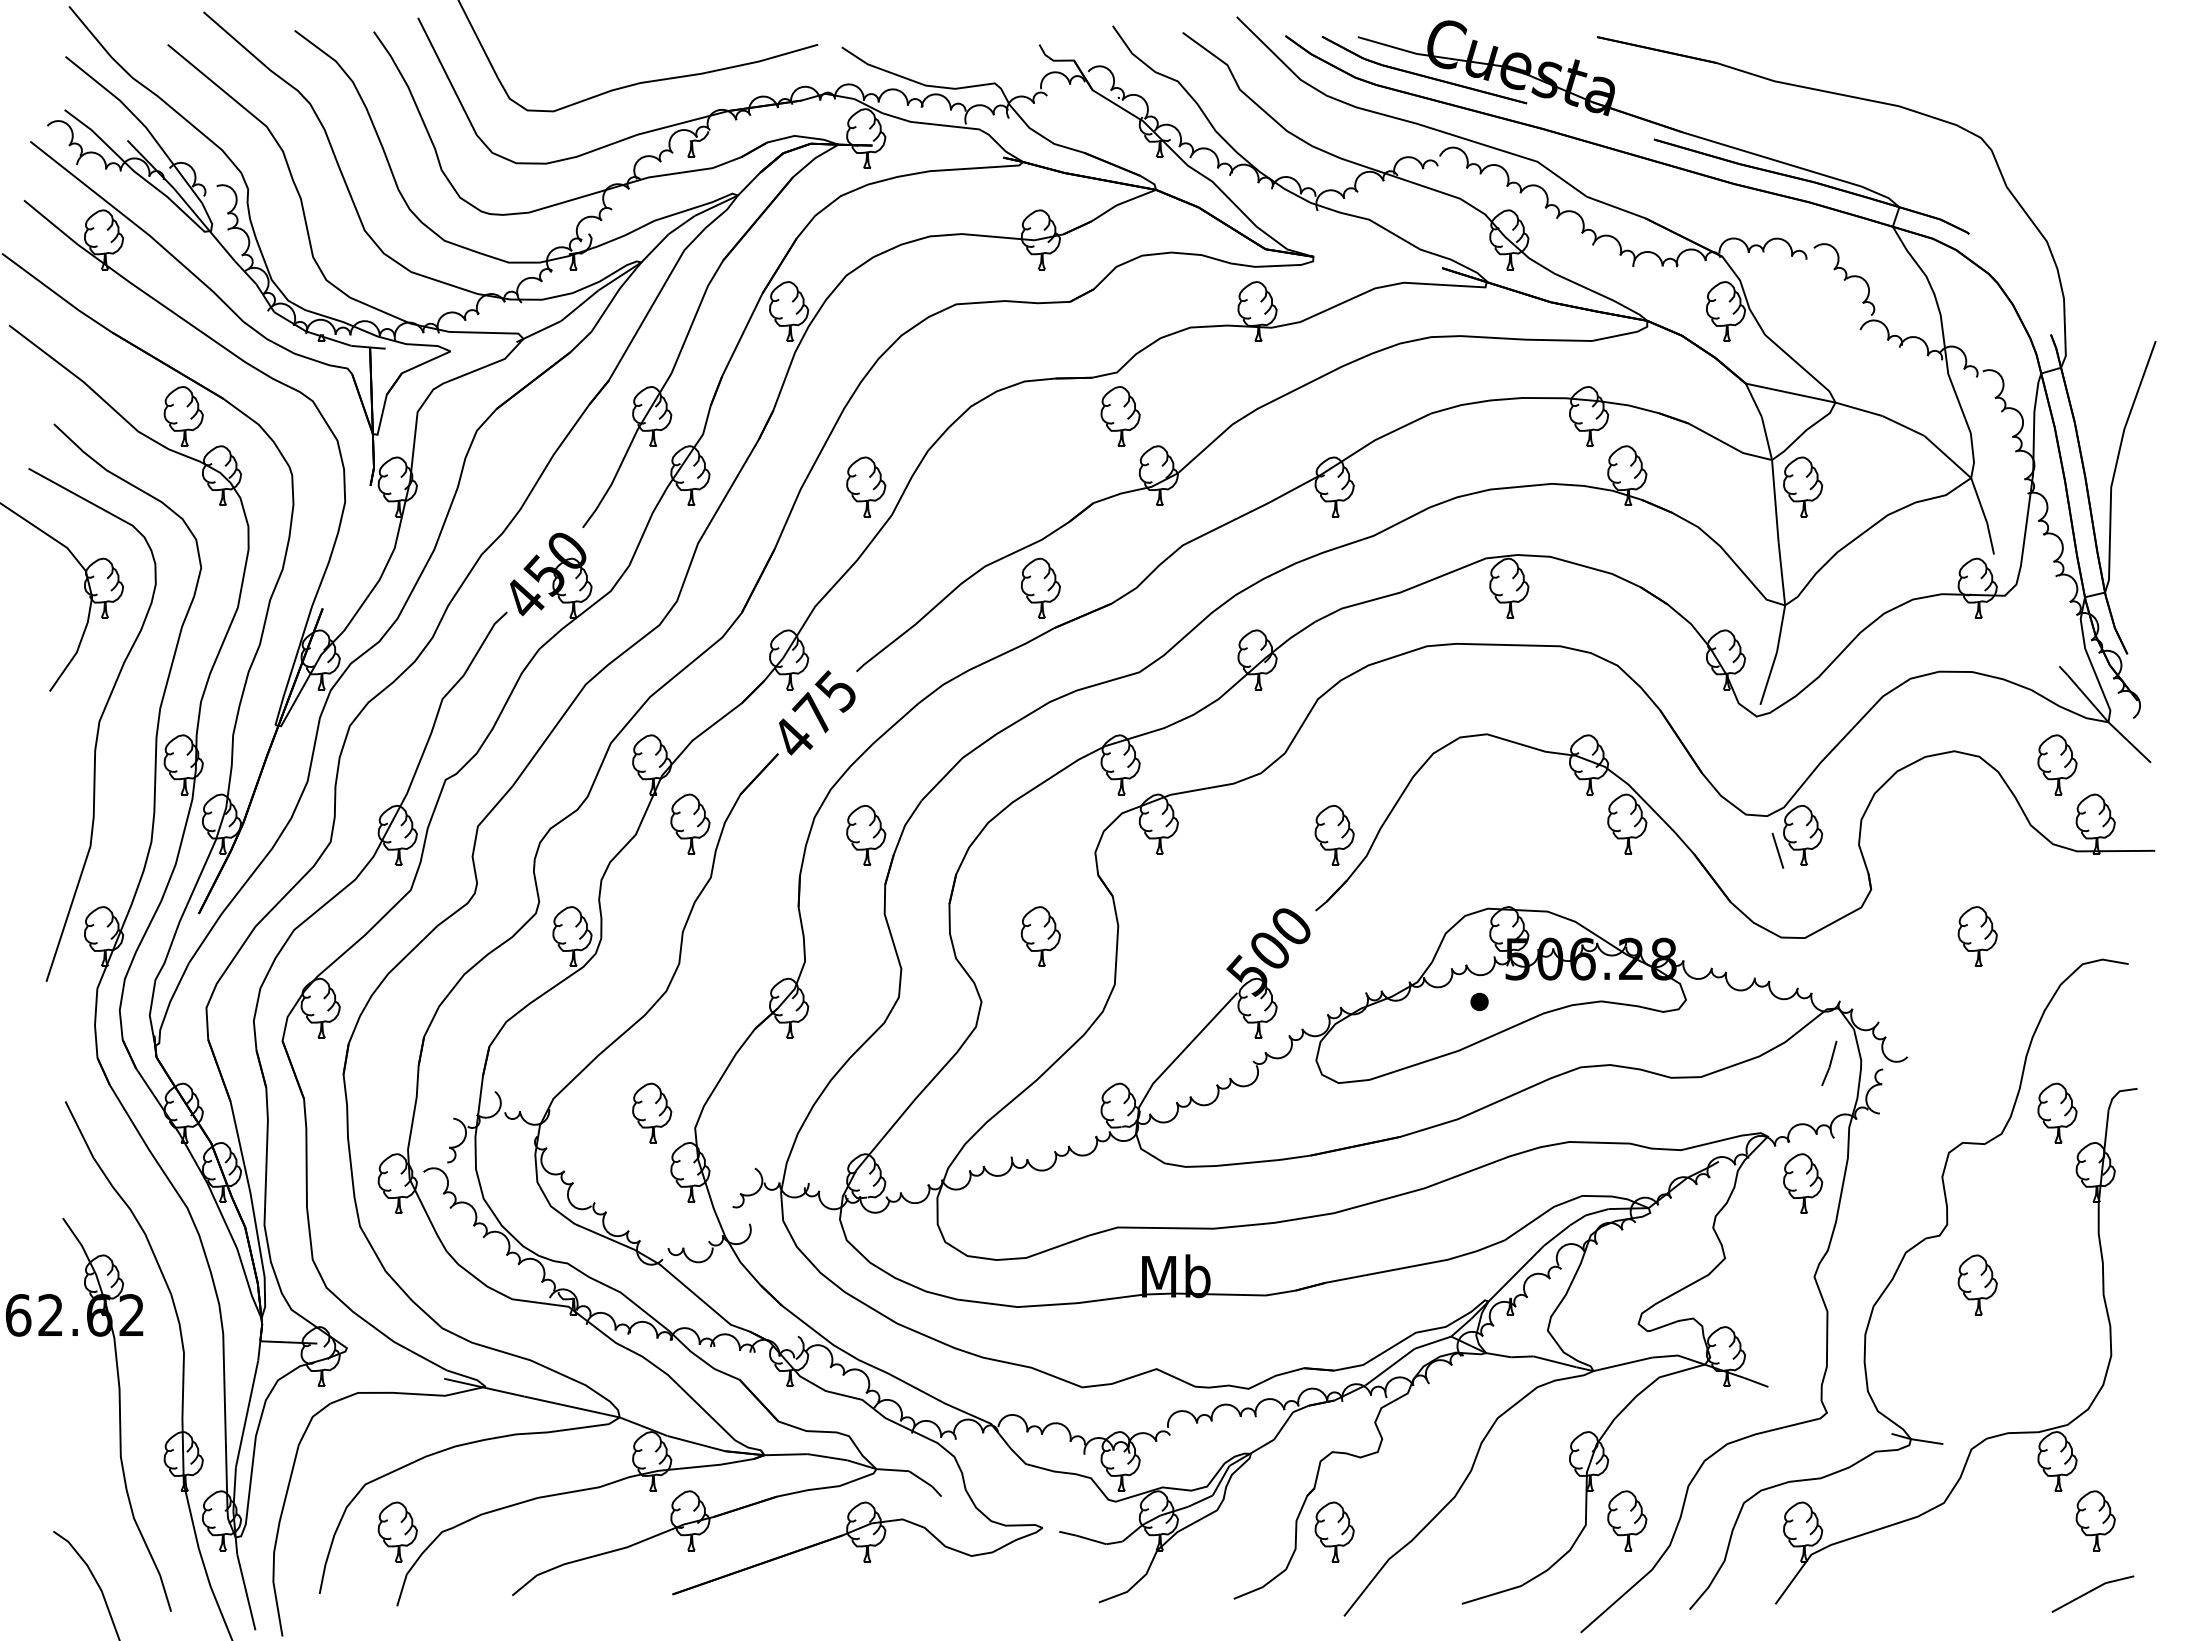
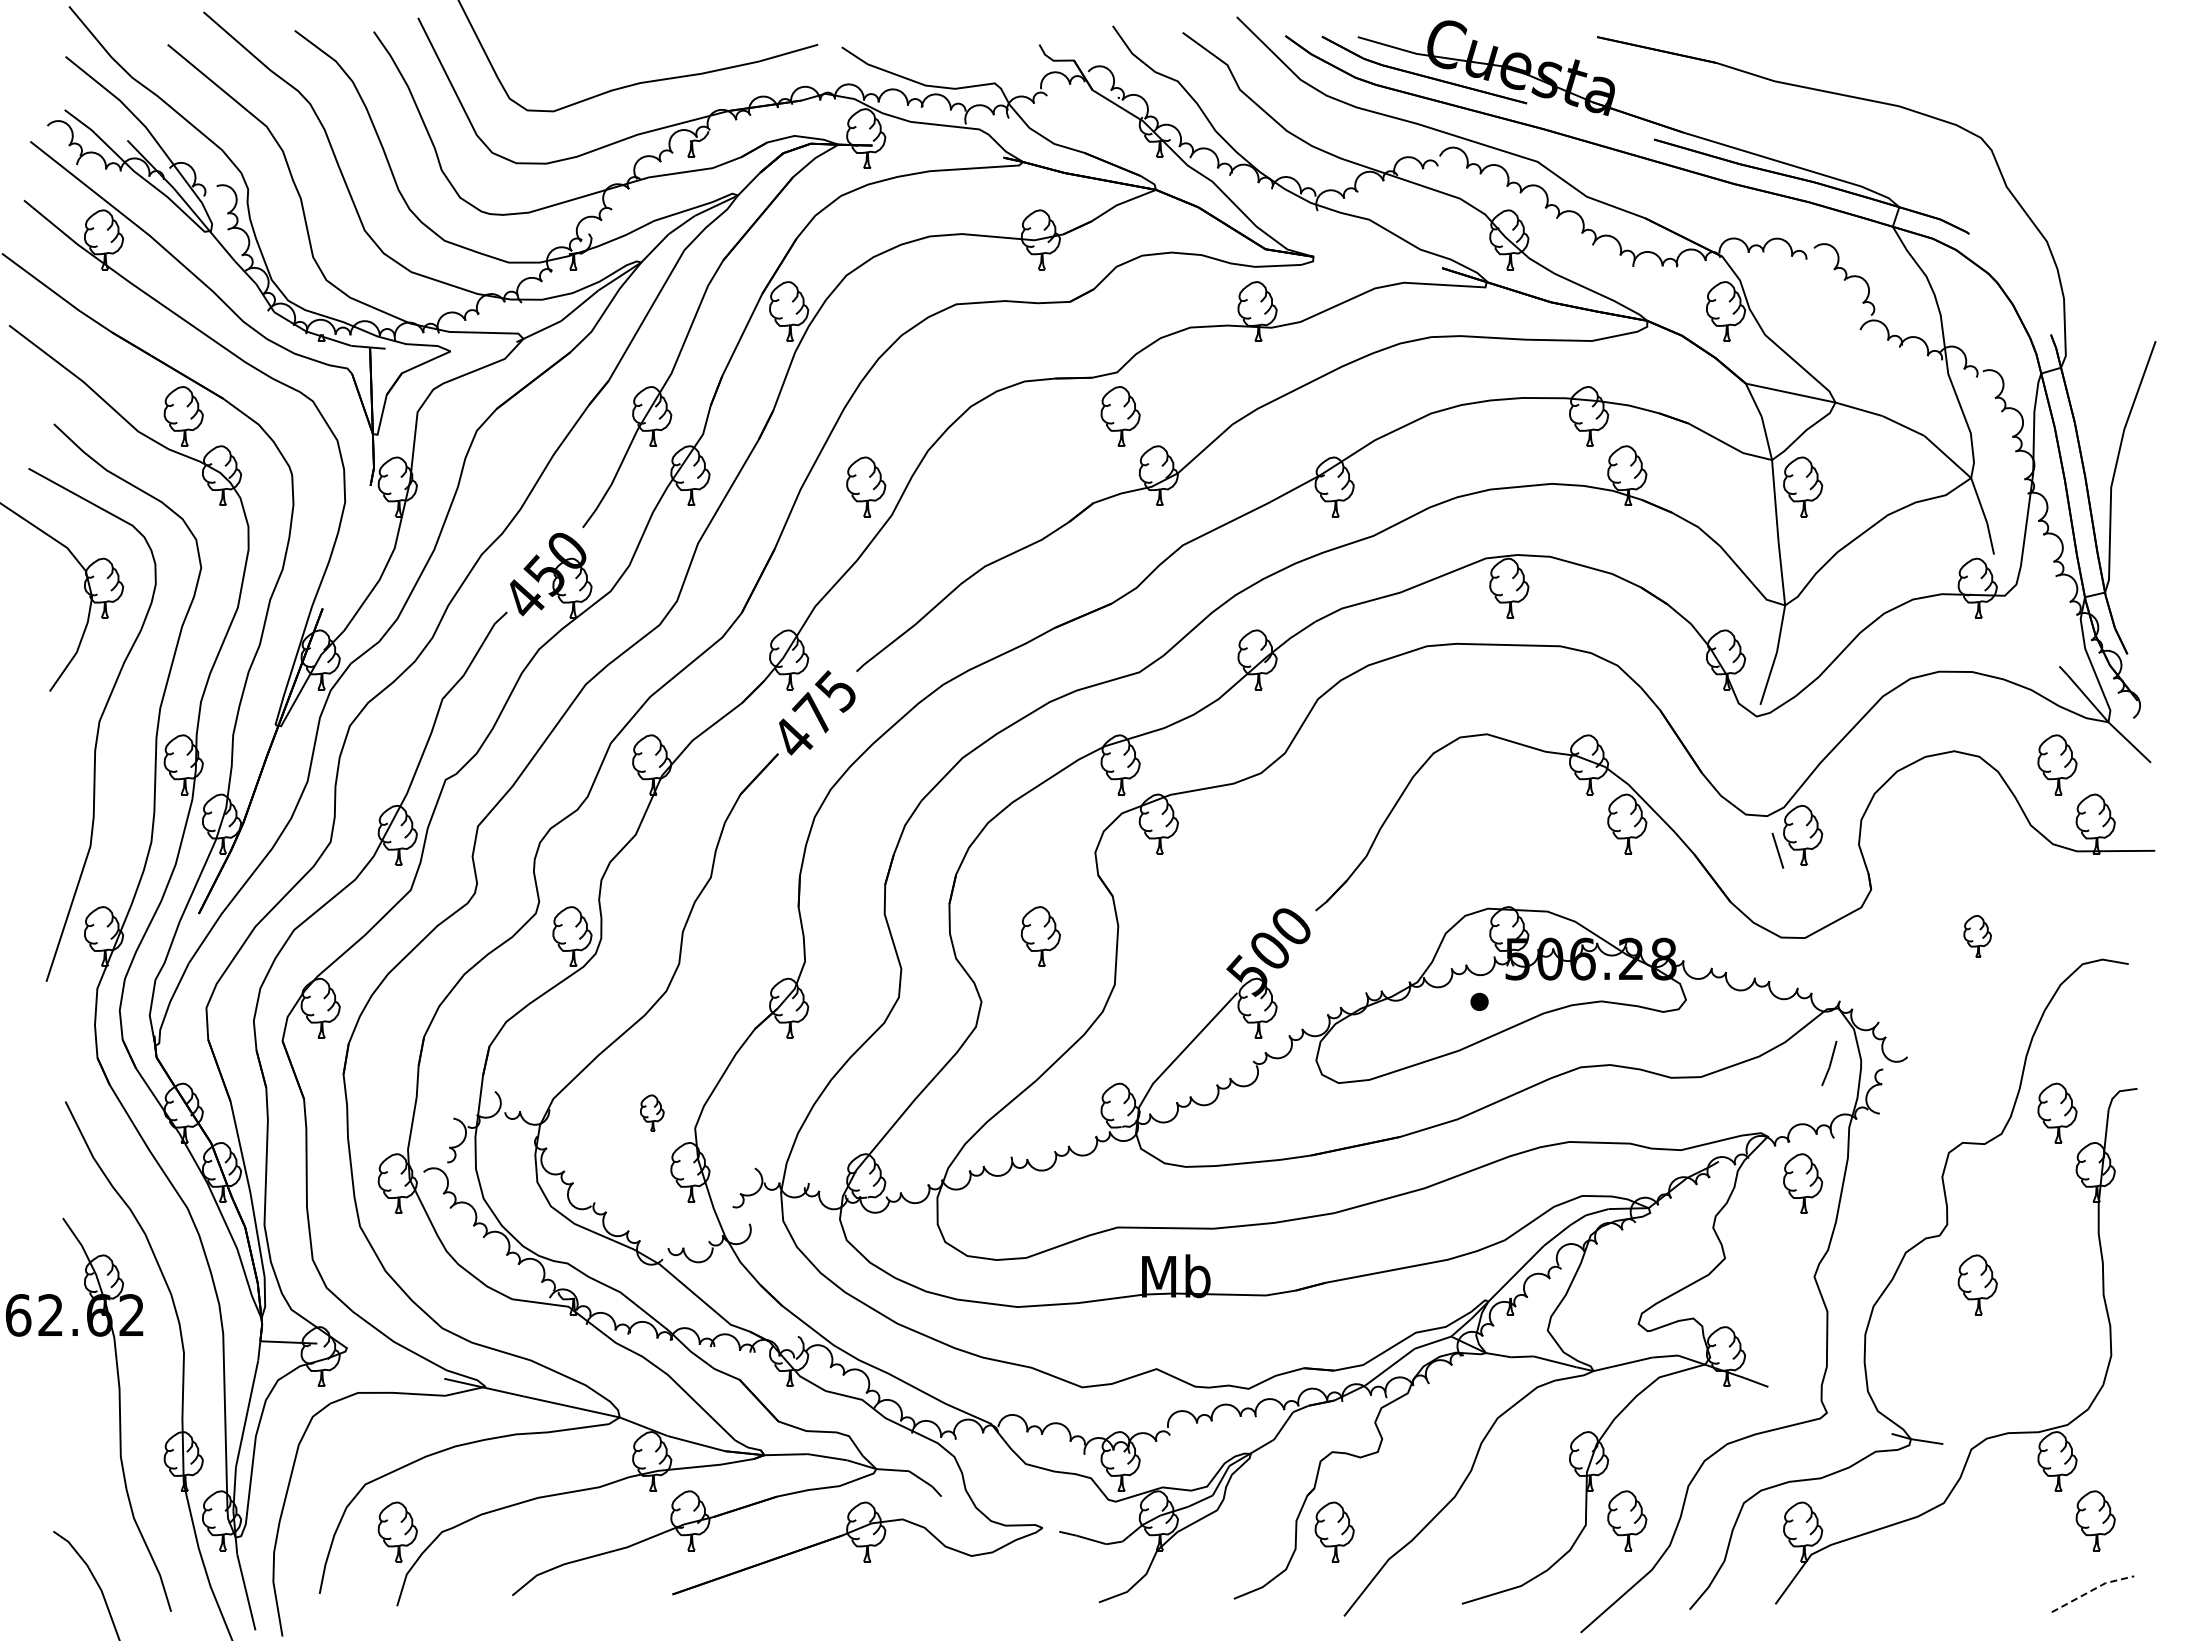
part at (1040, 587): present -> none
part at (690, 823): present -> none
part at (866, 834): present -> none
part at (1334, 835): present -> none
part at (1977, 936) size: 41x61 px -> 29x43 px
part at (652, 1112) size: 41x62 px -> 25x38 px
line at (2092, 1590): solid -> dashed
